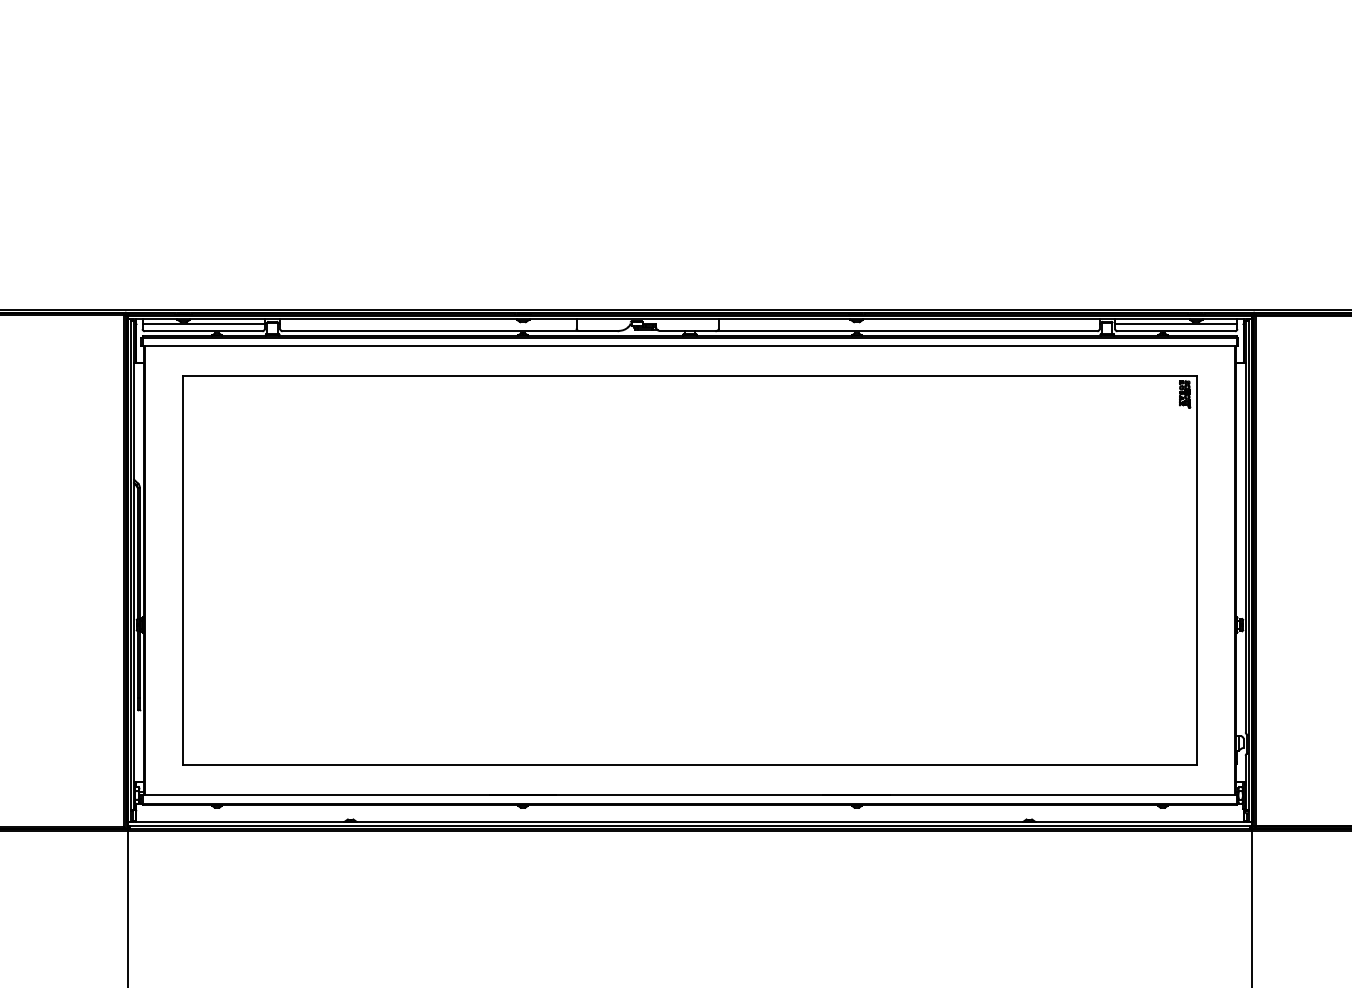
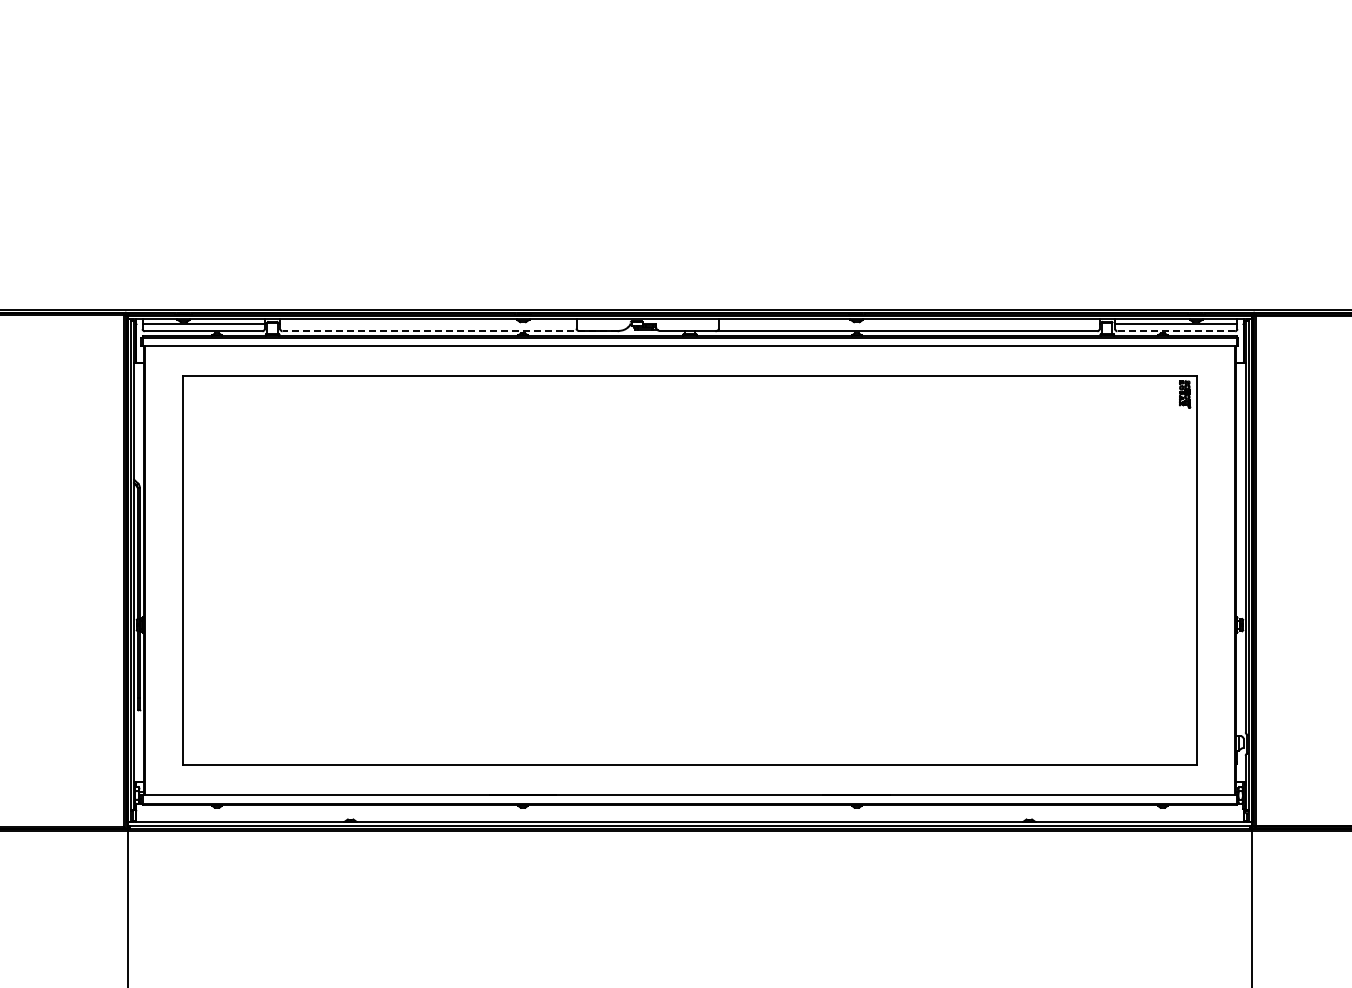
line at (450, 331): solid -> dashed
line at (1176, 331): solid -> dashed
